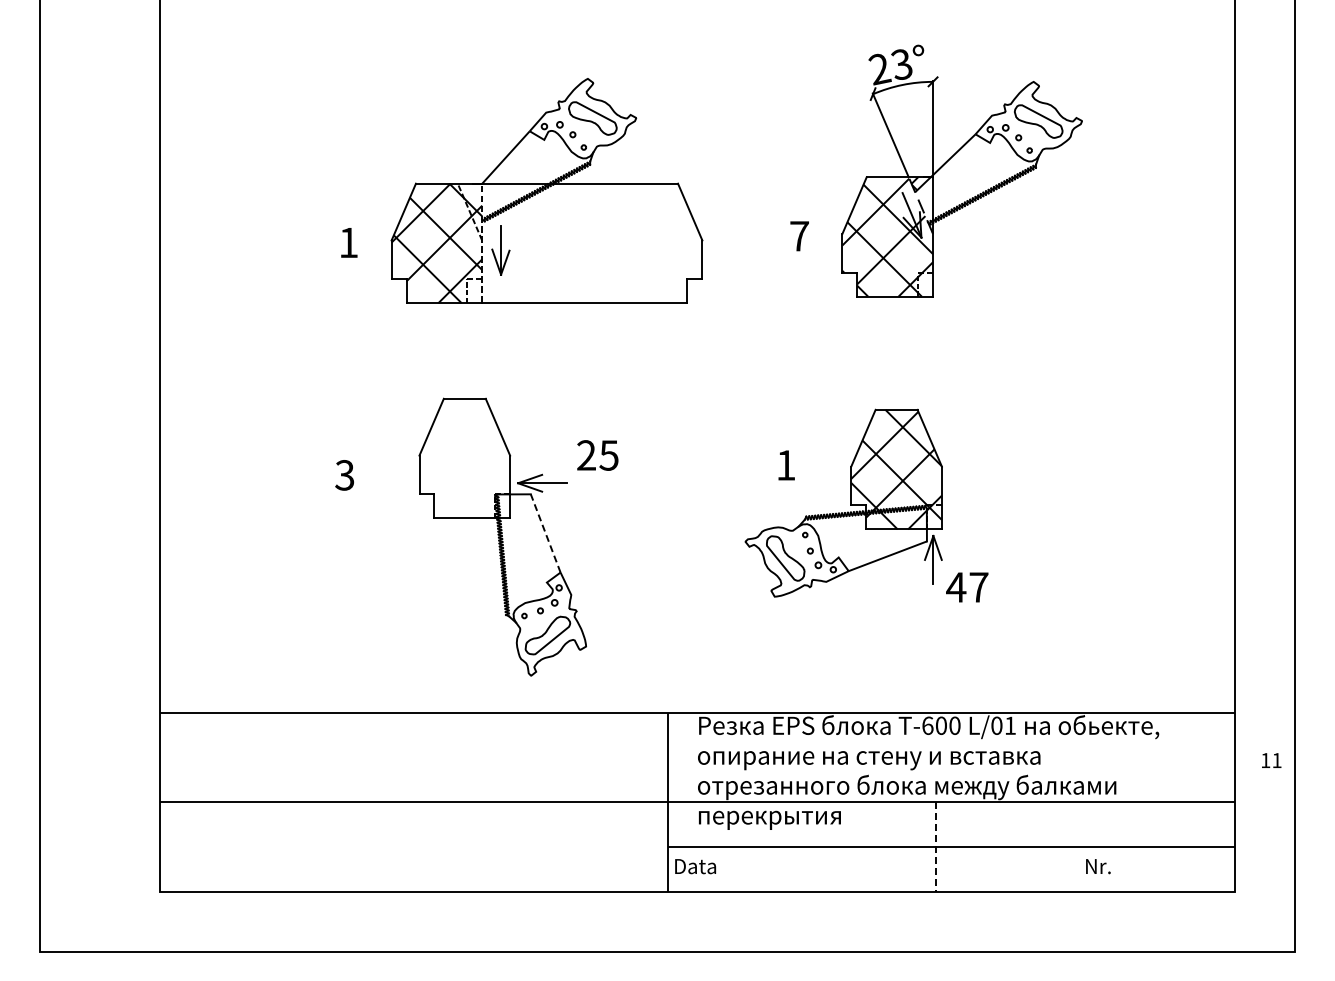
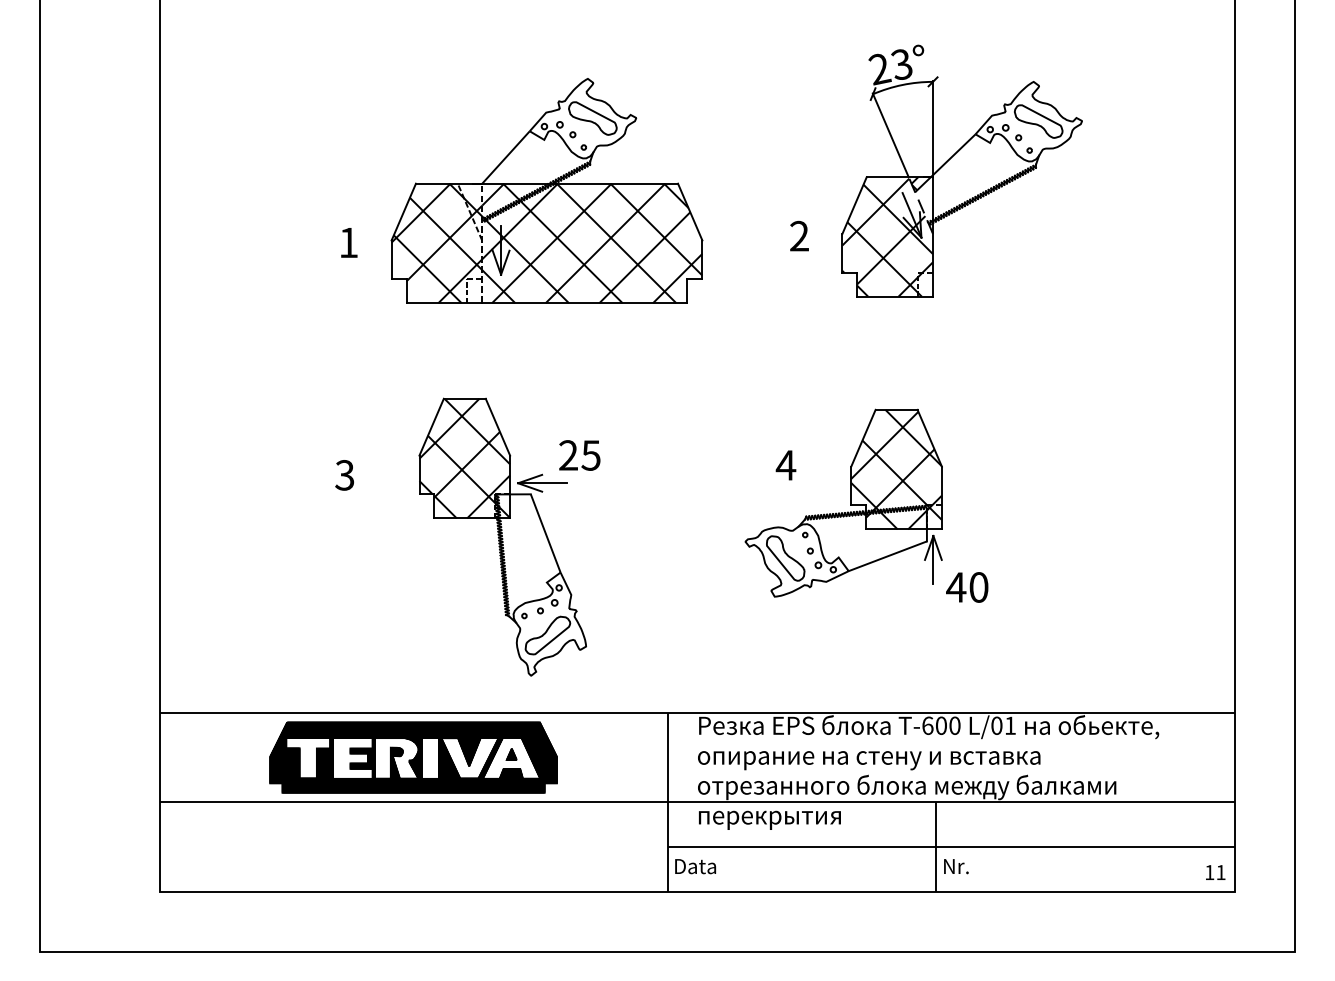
text at (799, 235): 7 -> 2
hatch at (592, 243): none -> present
text at (597, 455) position: (597, 455) -> (579, 455)
hatch at (464, 458): none -> present
text at (785, 465): 1 -> 4
line at (545, 533): dashed -> solid
text at (978, 587): 47 -> 40
part at (413, 757): none -> present
text at (1271, 760) position: (1271, 760) -> (1215, 872)
line at (936, 847): dashed -> solid
text at (1098, 866) position: (1098, 866) -> (956, 866)
